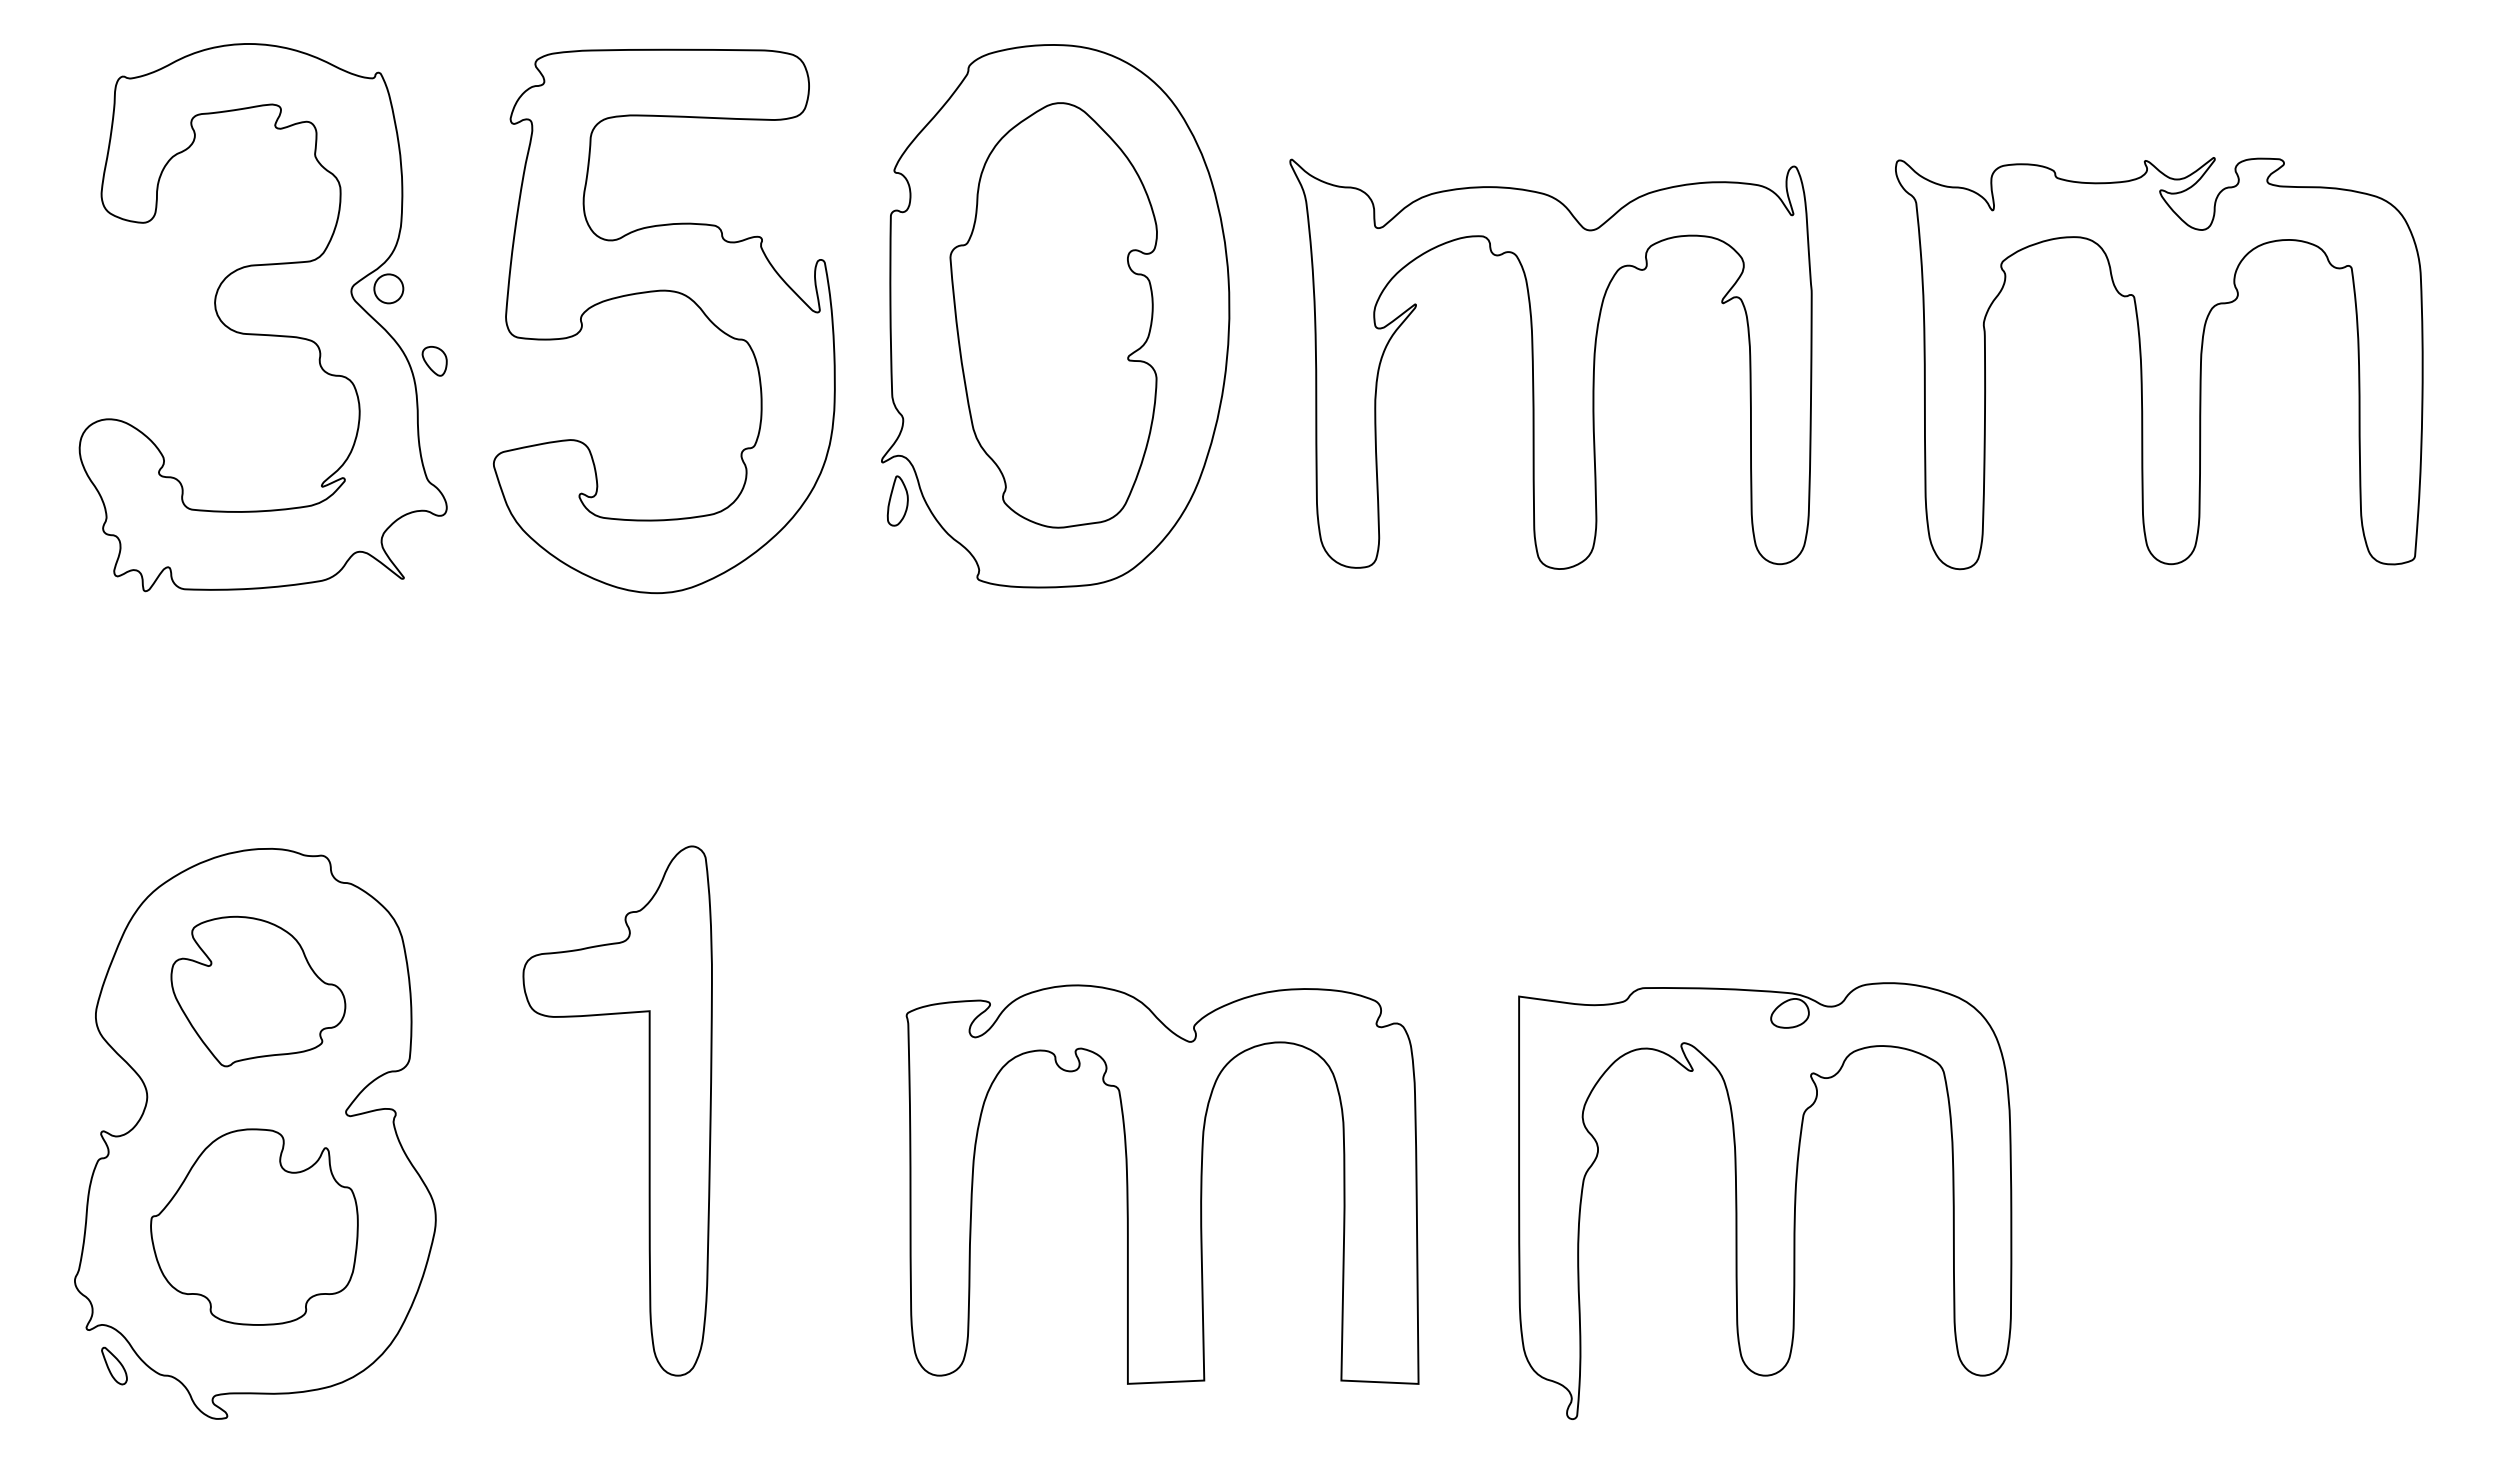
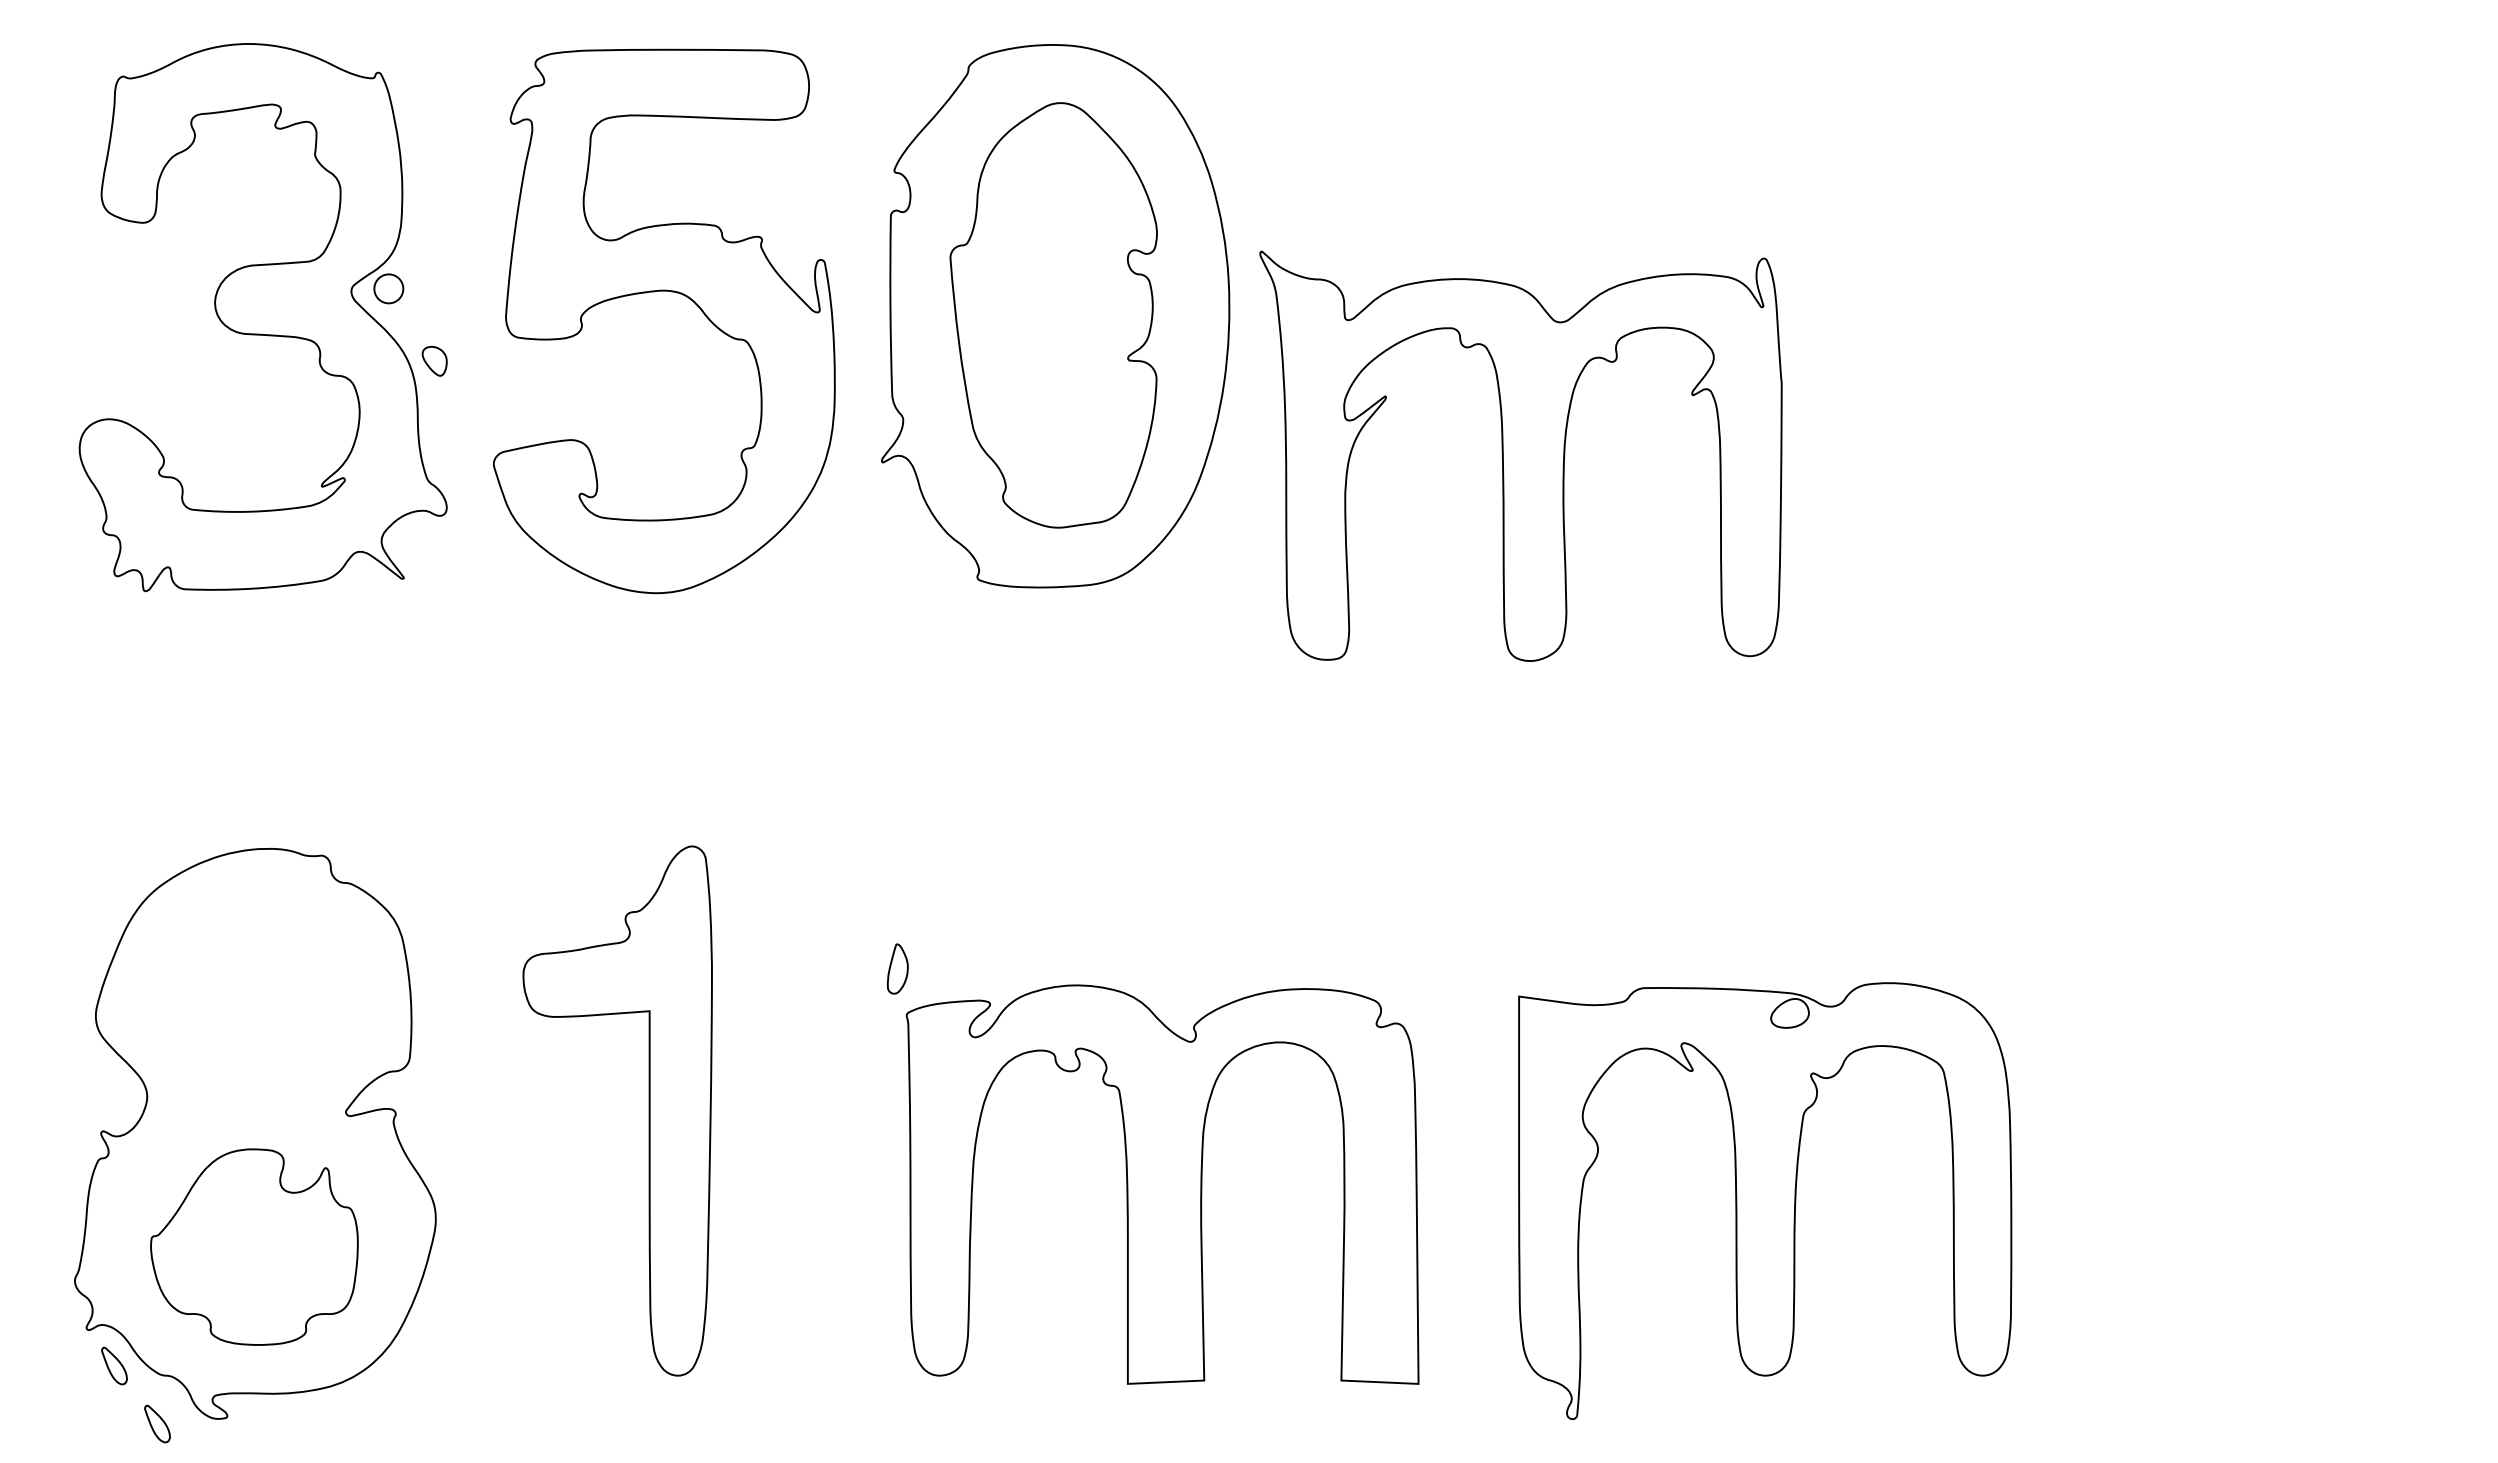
part at (1550, 363) position: (1550, 363) -> (1520, 455)
part at (2159, 363): present -> none
part at (897, 500) position: (897, 500) -> (897, 968)
part at (258, 991): present -> none
part at (254, 1226) position: (254, 1226) -> (254, 1246)
part at (157, 1423): none -> present
